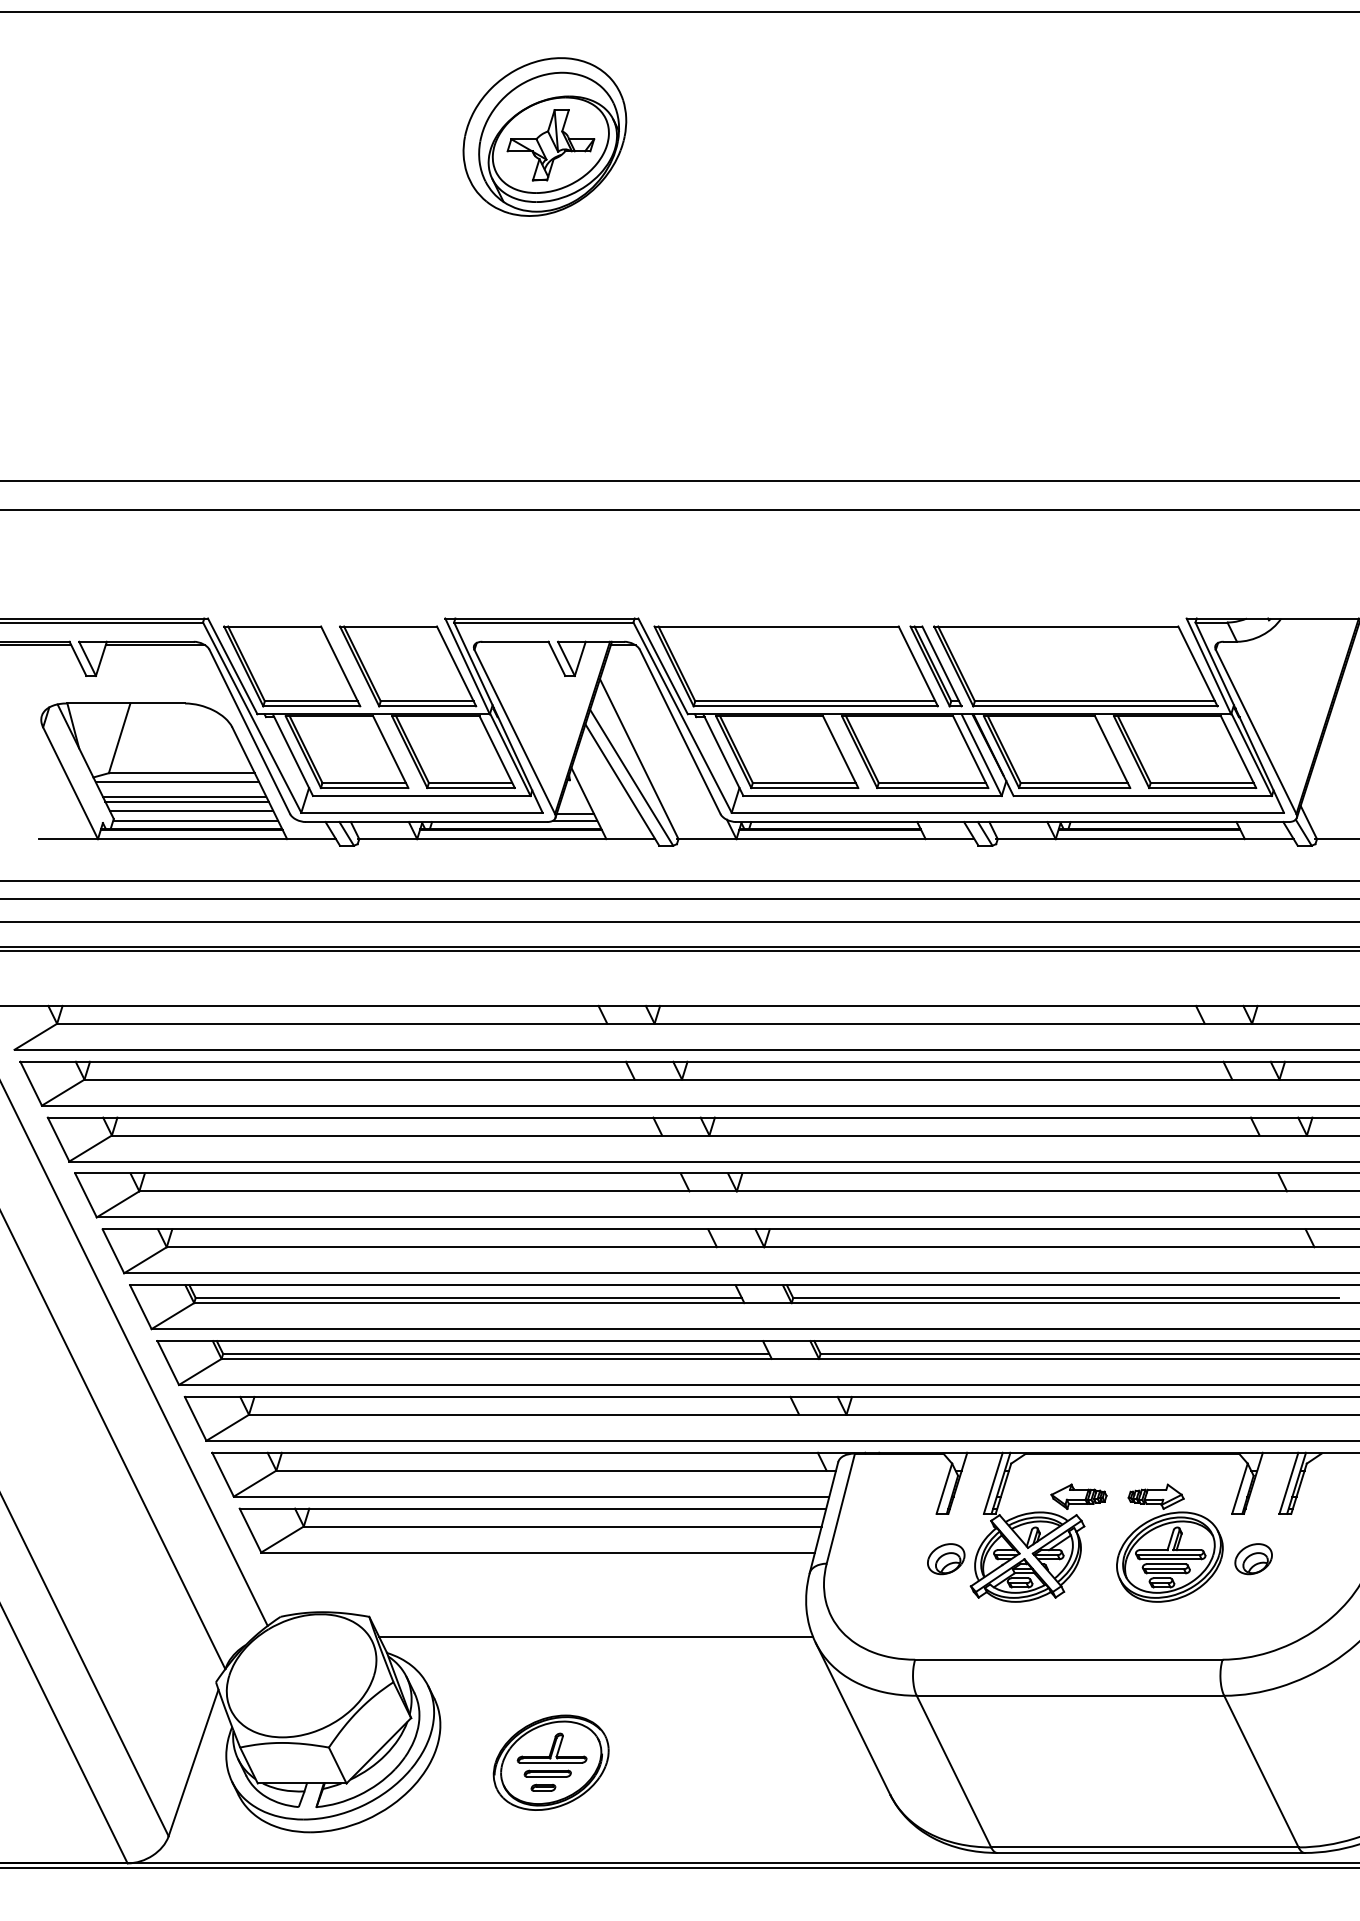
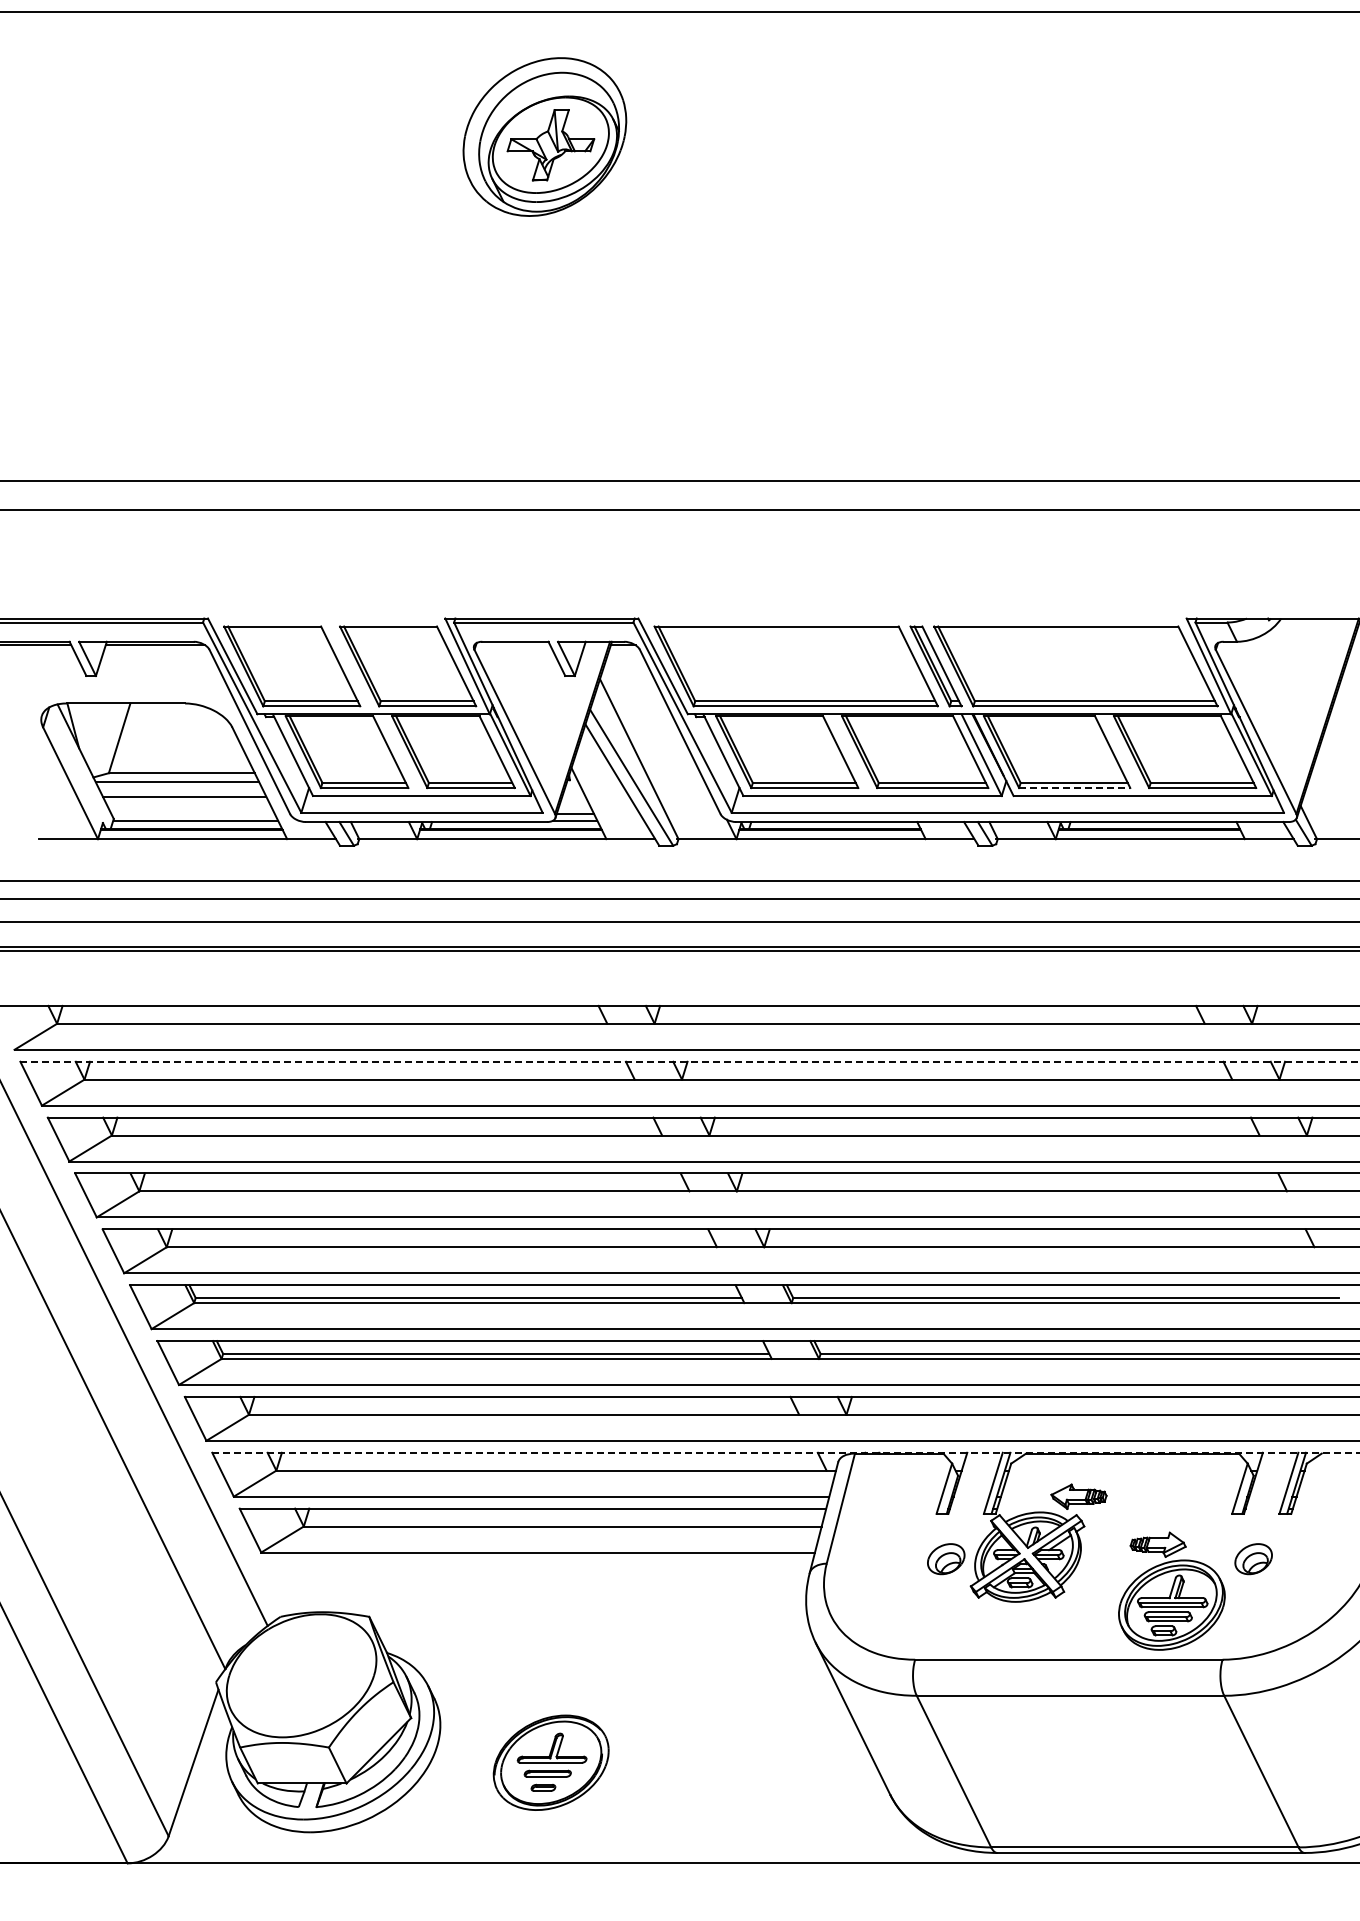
line at (1074, 788): solid -> dashed
line at (186, 801): present -> none
line at (191, 810): present -> none
line at (690, 1061): solid -> dashed
line at (786, 1452): solid -> dashed
part at (1169, 1542) position: (1169, 1542) -> (1171, 1590)
line at (596, 1637): present -> none
line at (679, 1868): present -> none
